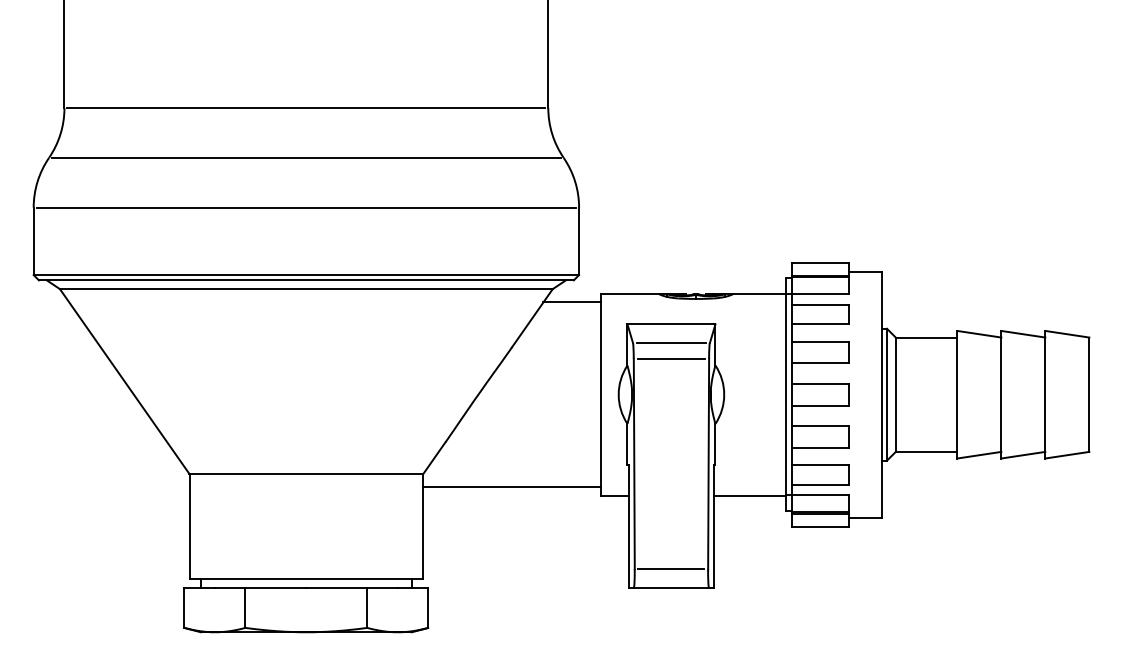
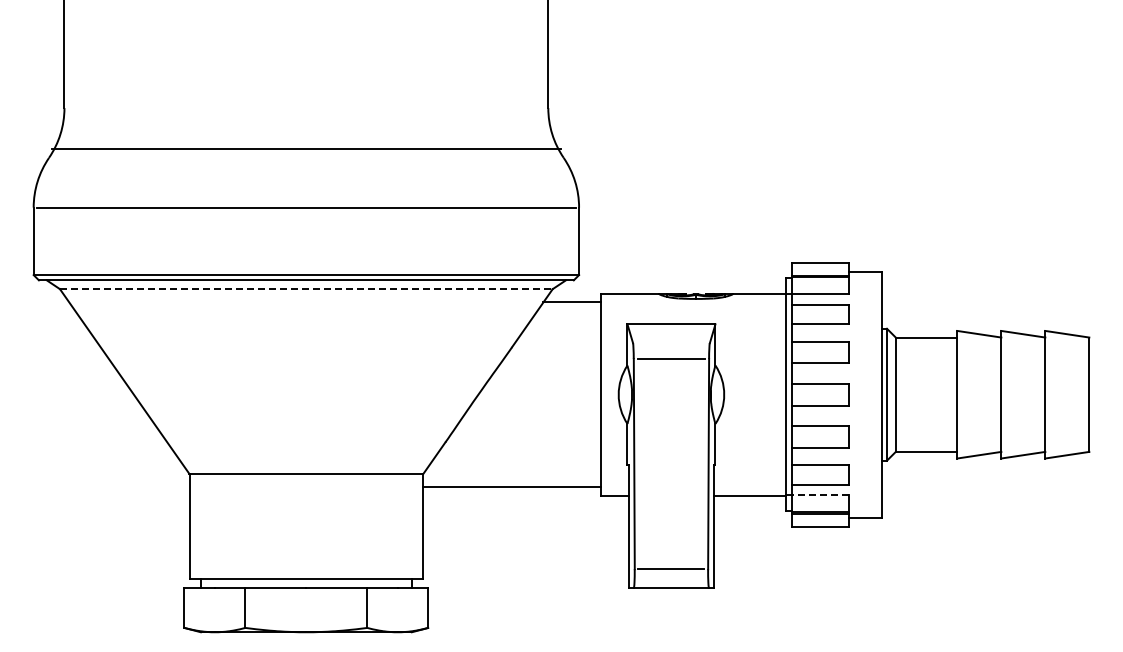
line at (306, 108): present -> none
line at (306, 157) position: (306, 157) -> (306, 148)
line at (306, 289): solid -> dashed
line at (671, 343): present -> none
line at (820, 495): solid -> dashed
